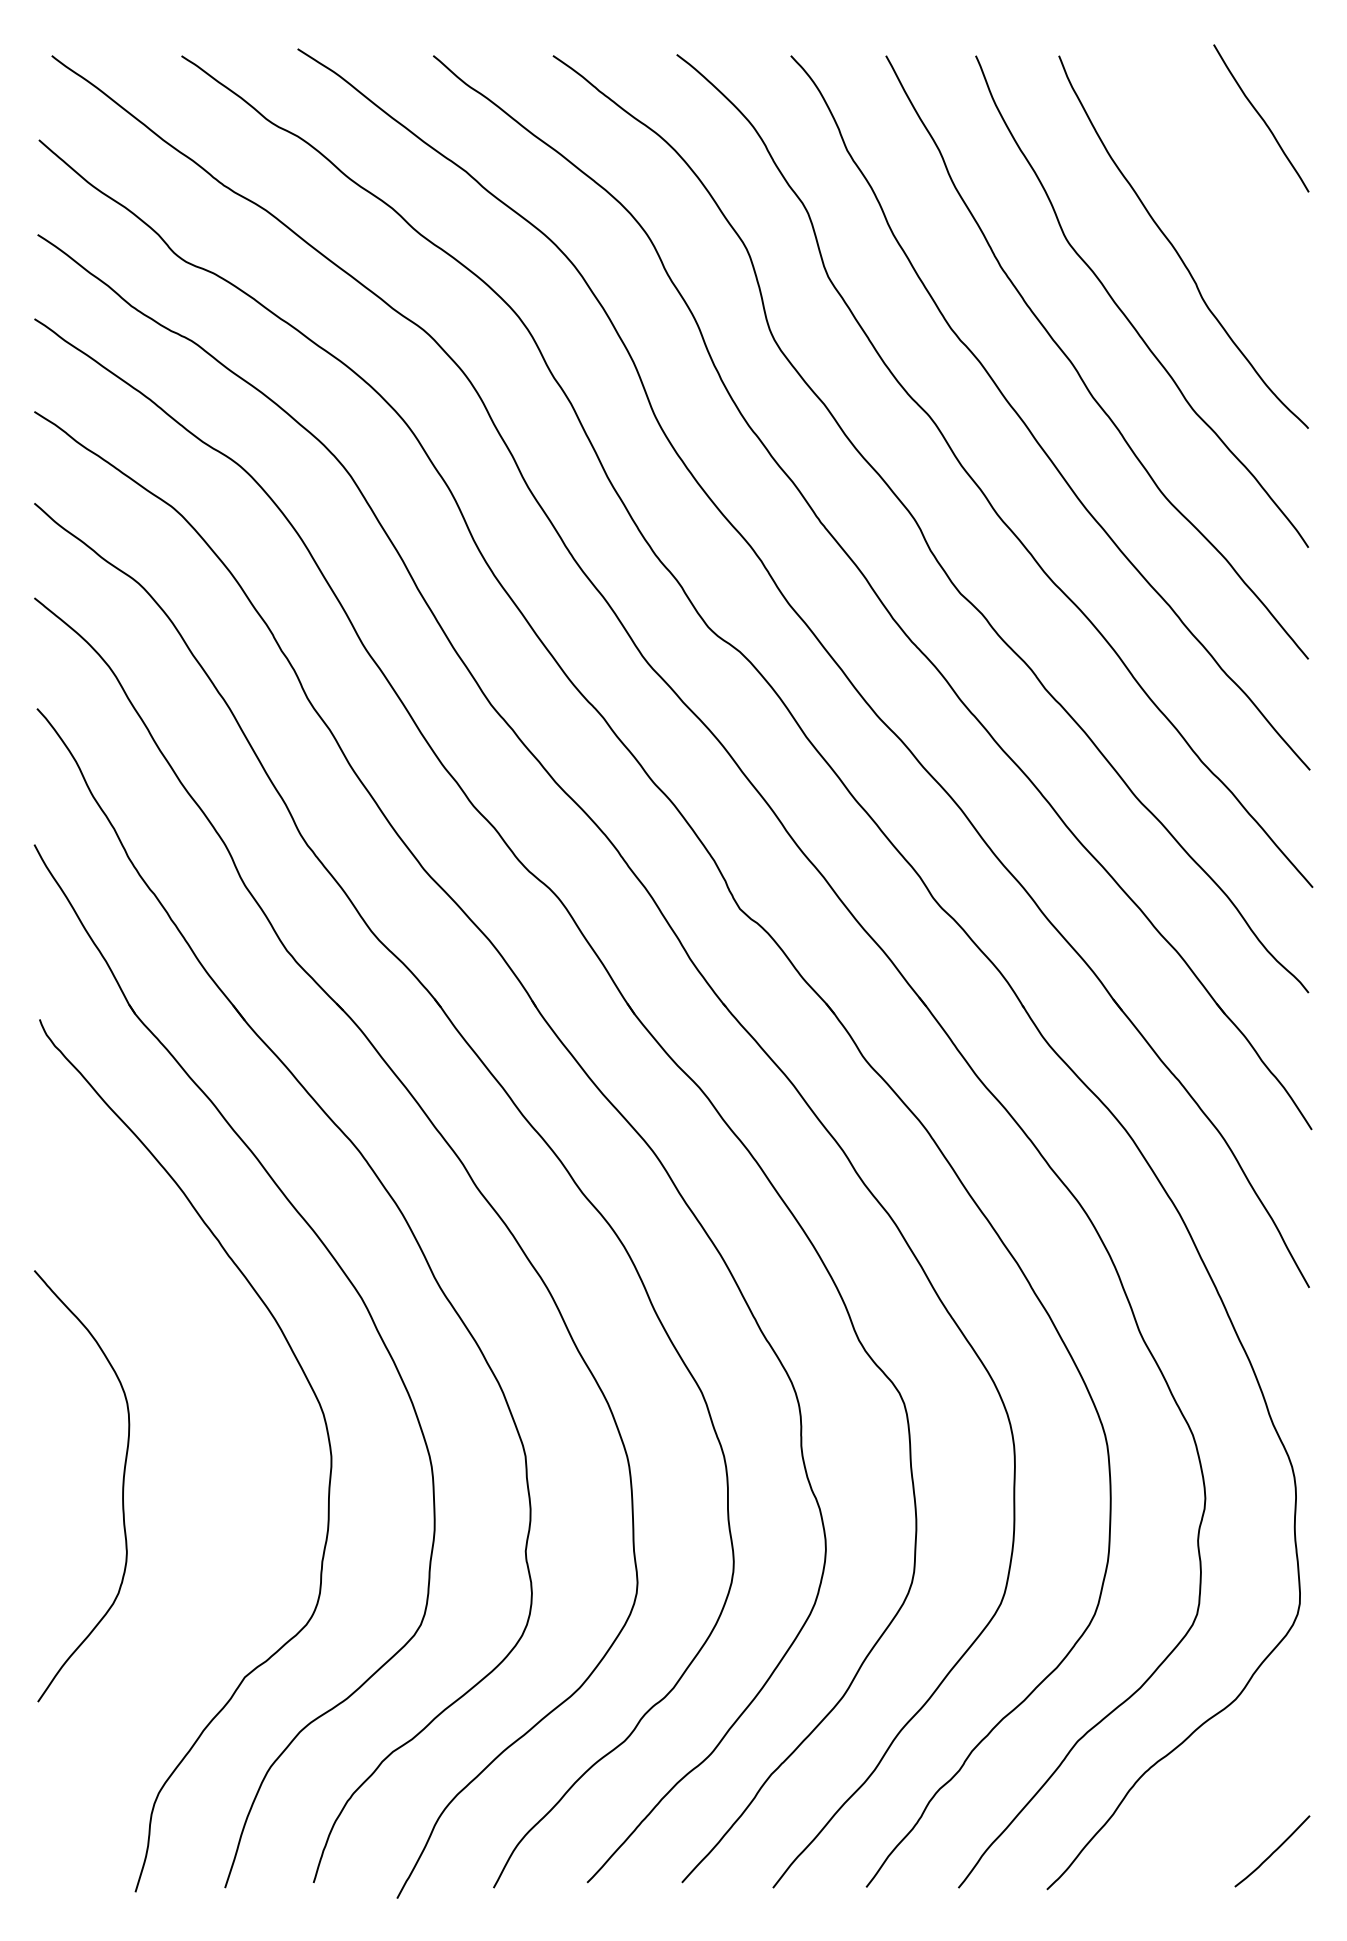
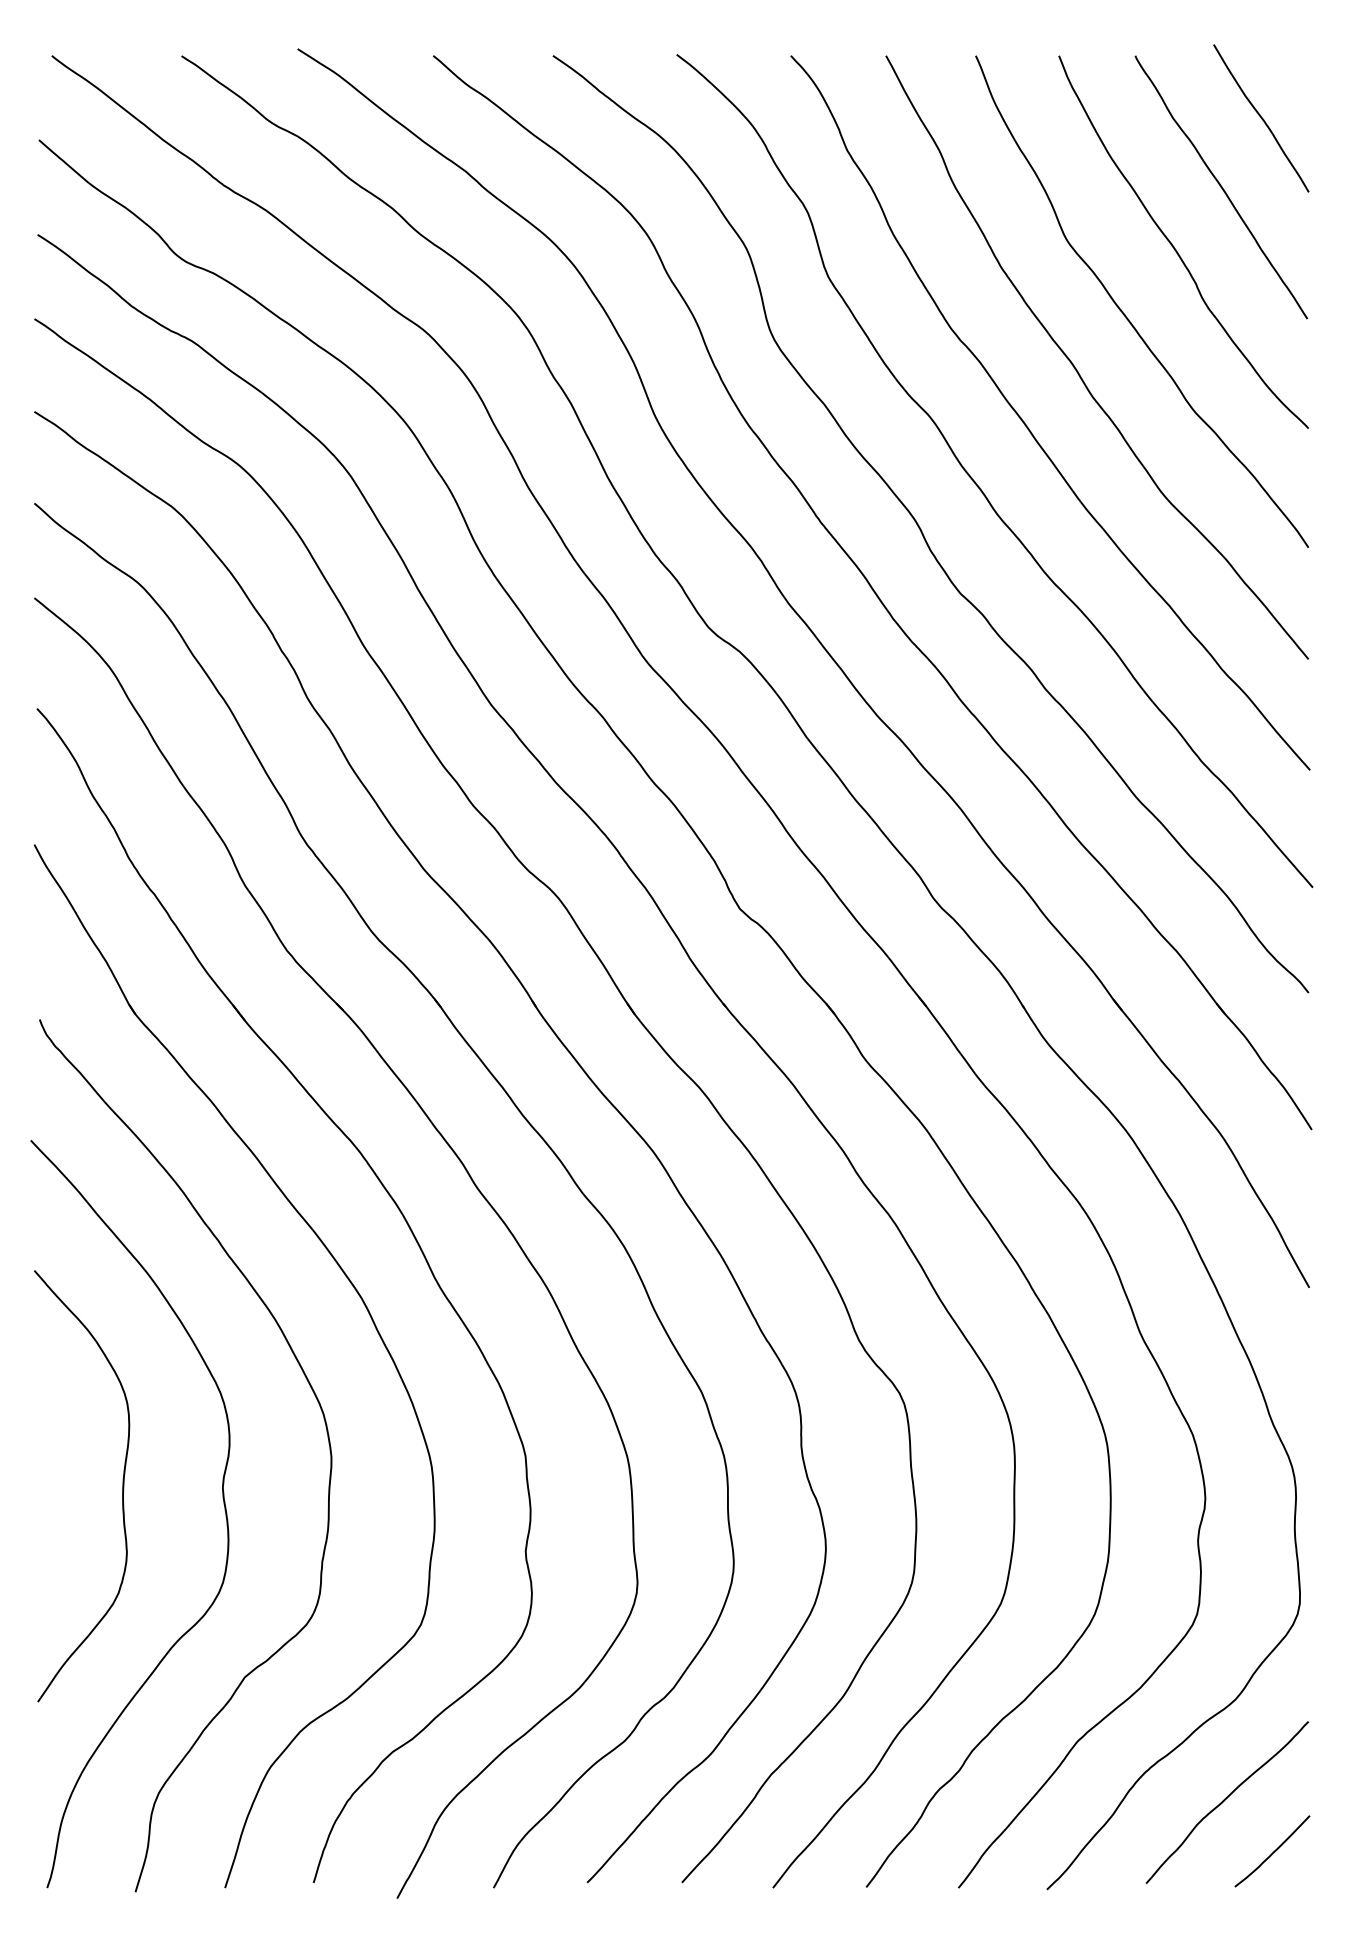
curve at (1221, 187): none -> present
curve at (222, 1498): none -> present
curve at (1225, 1800): none -> present
